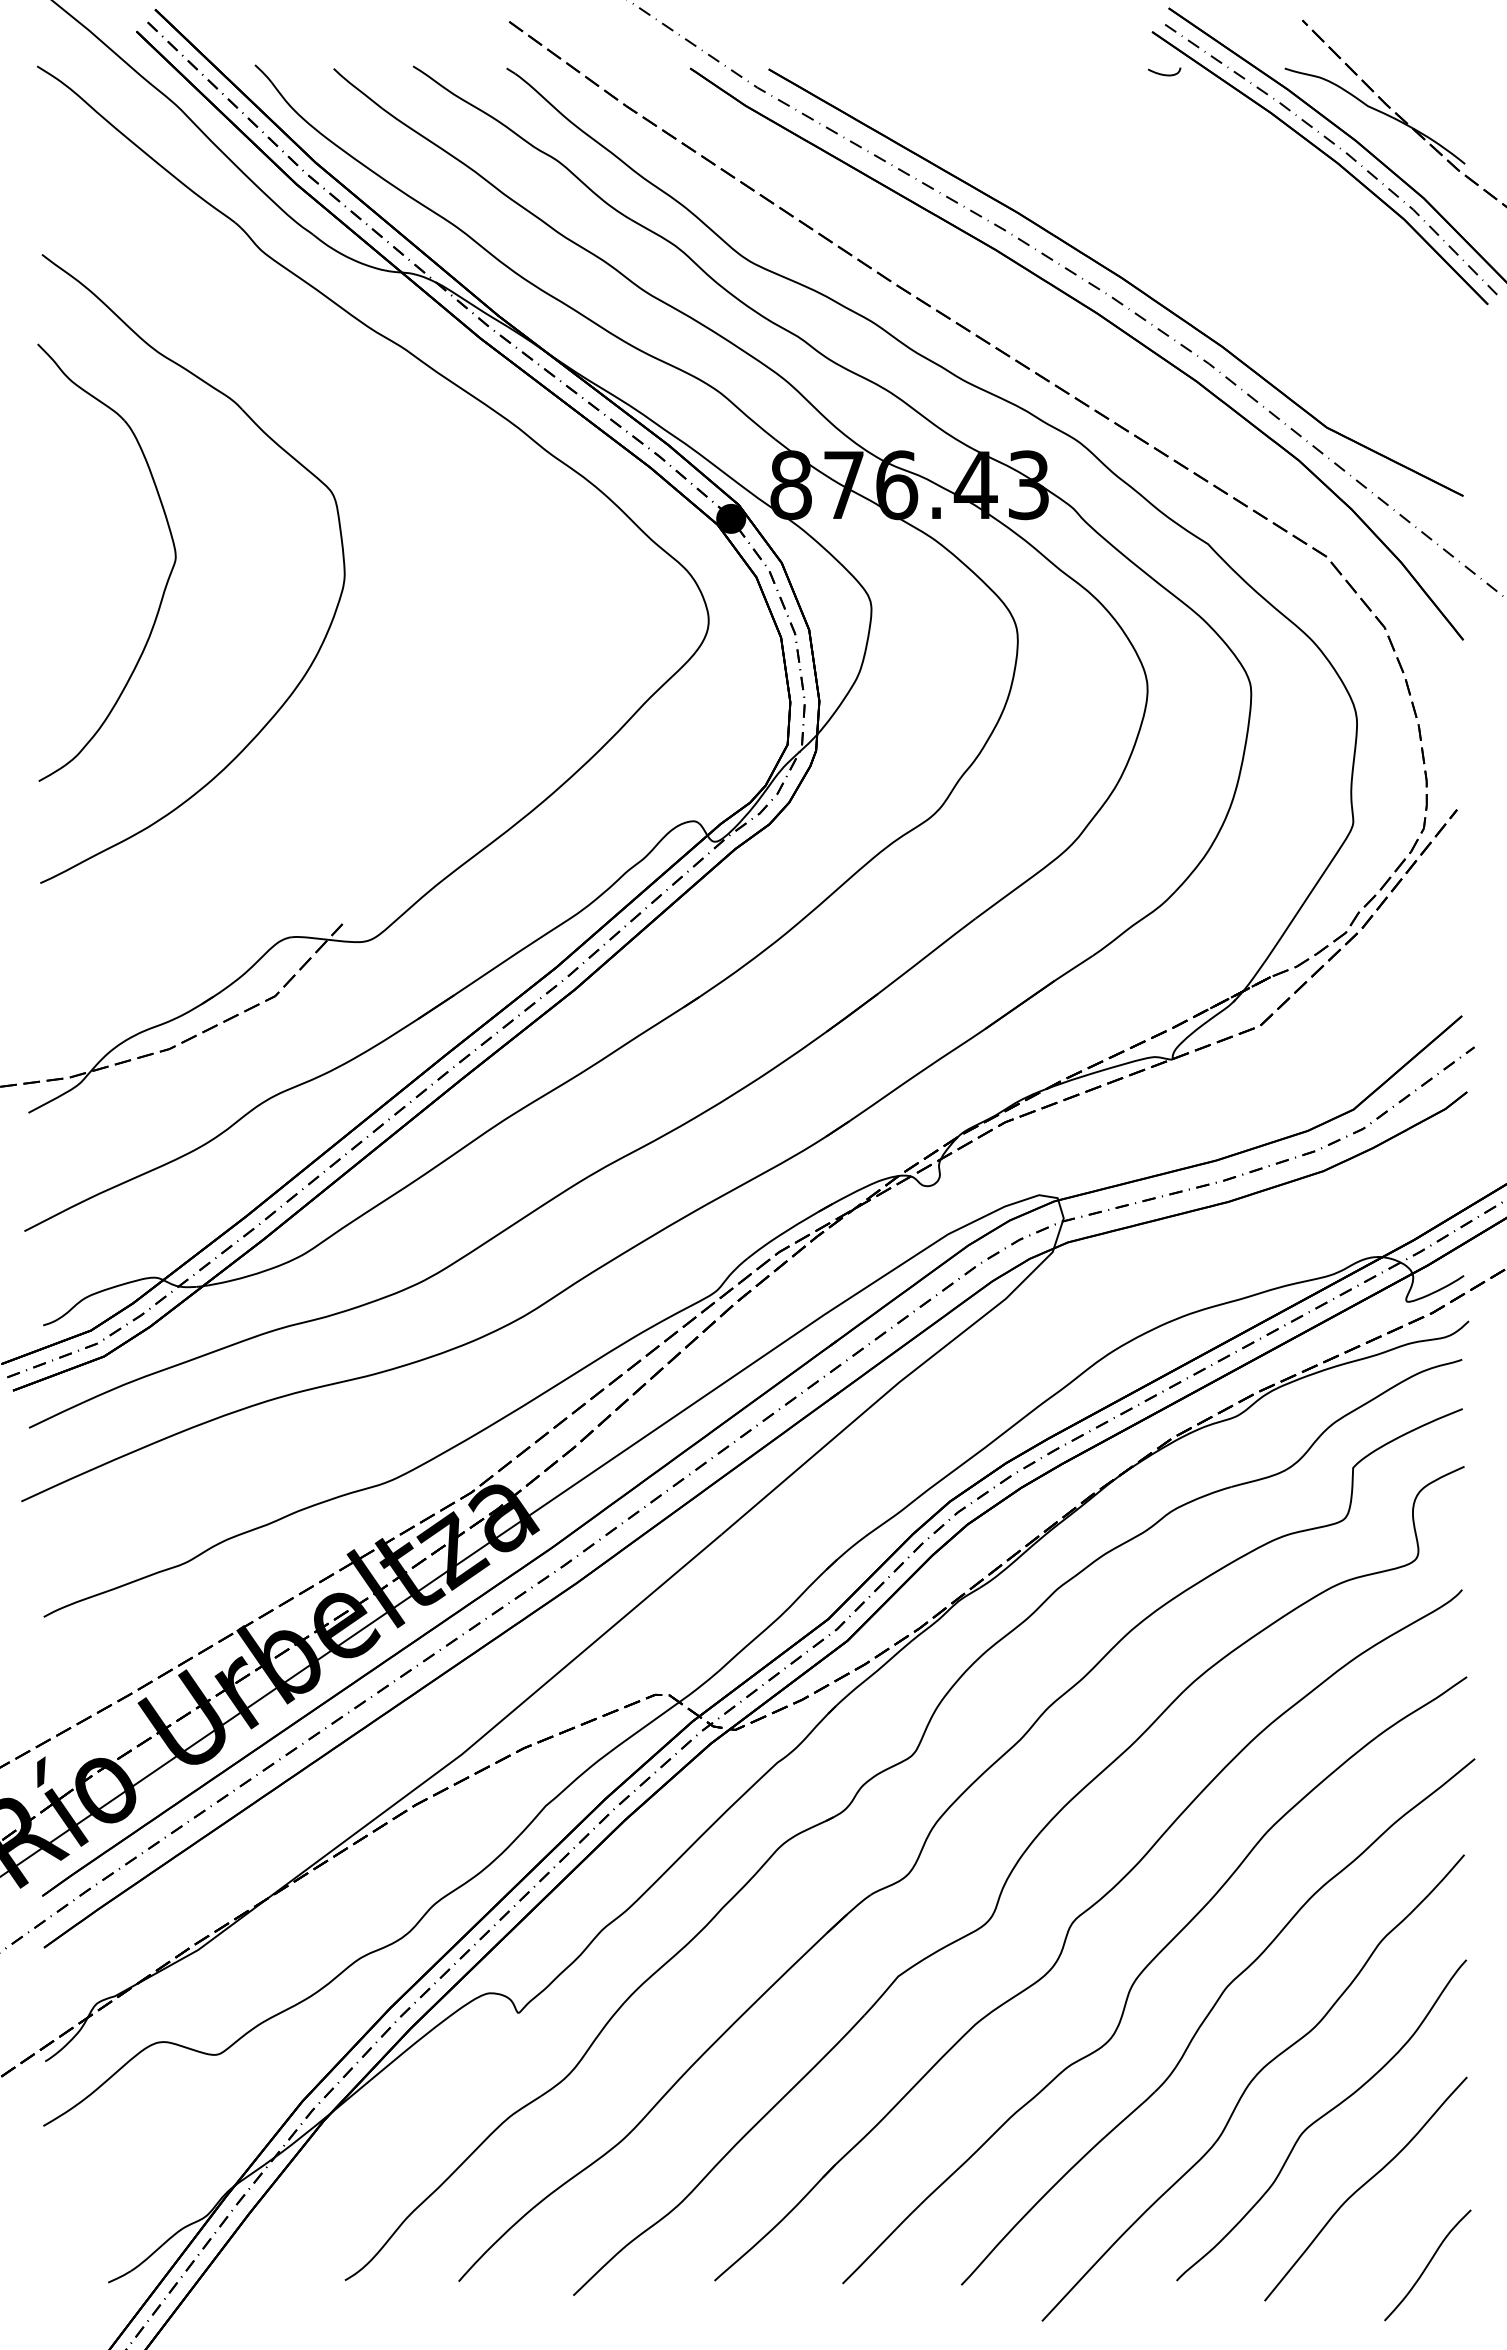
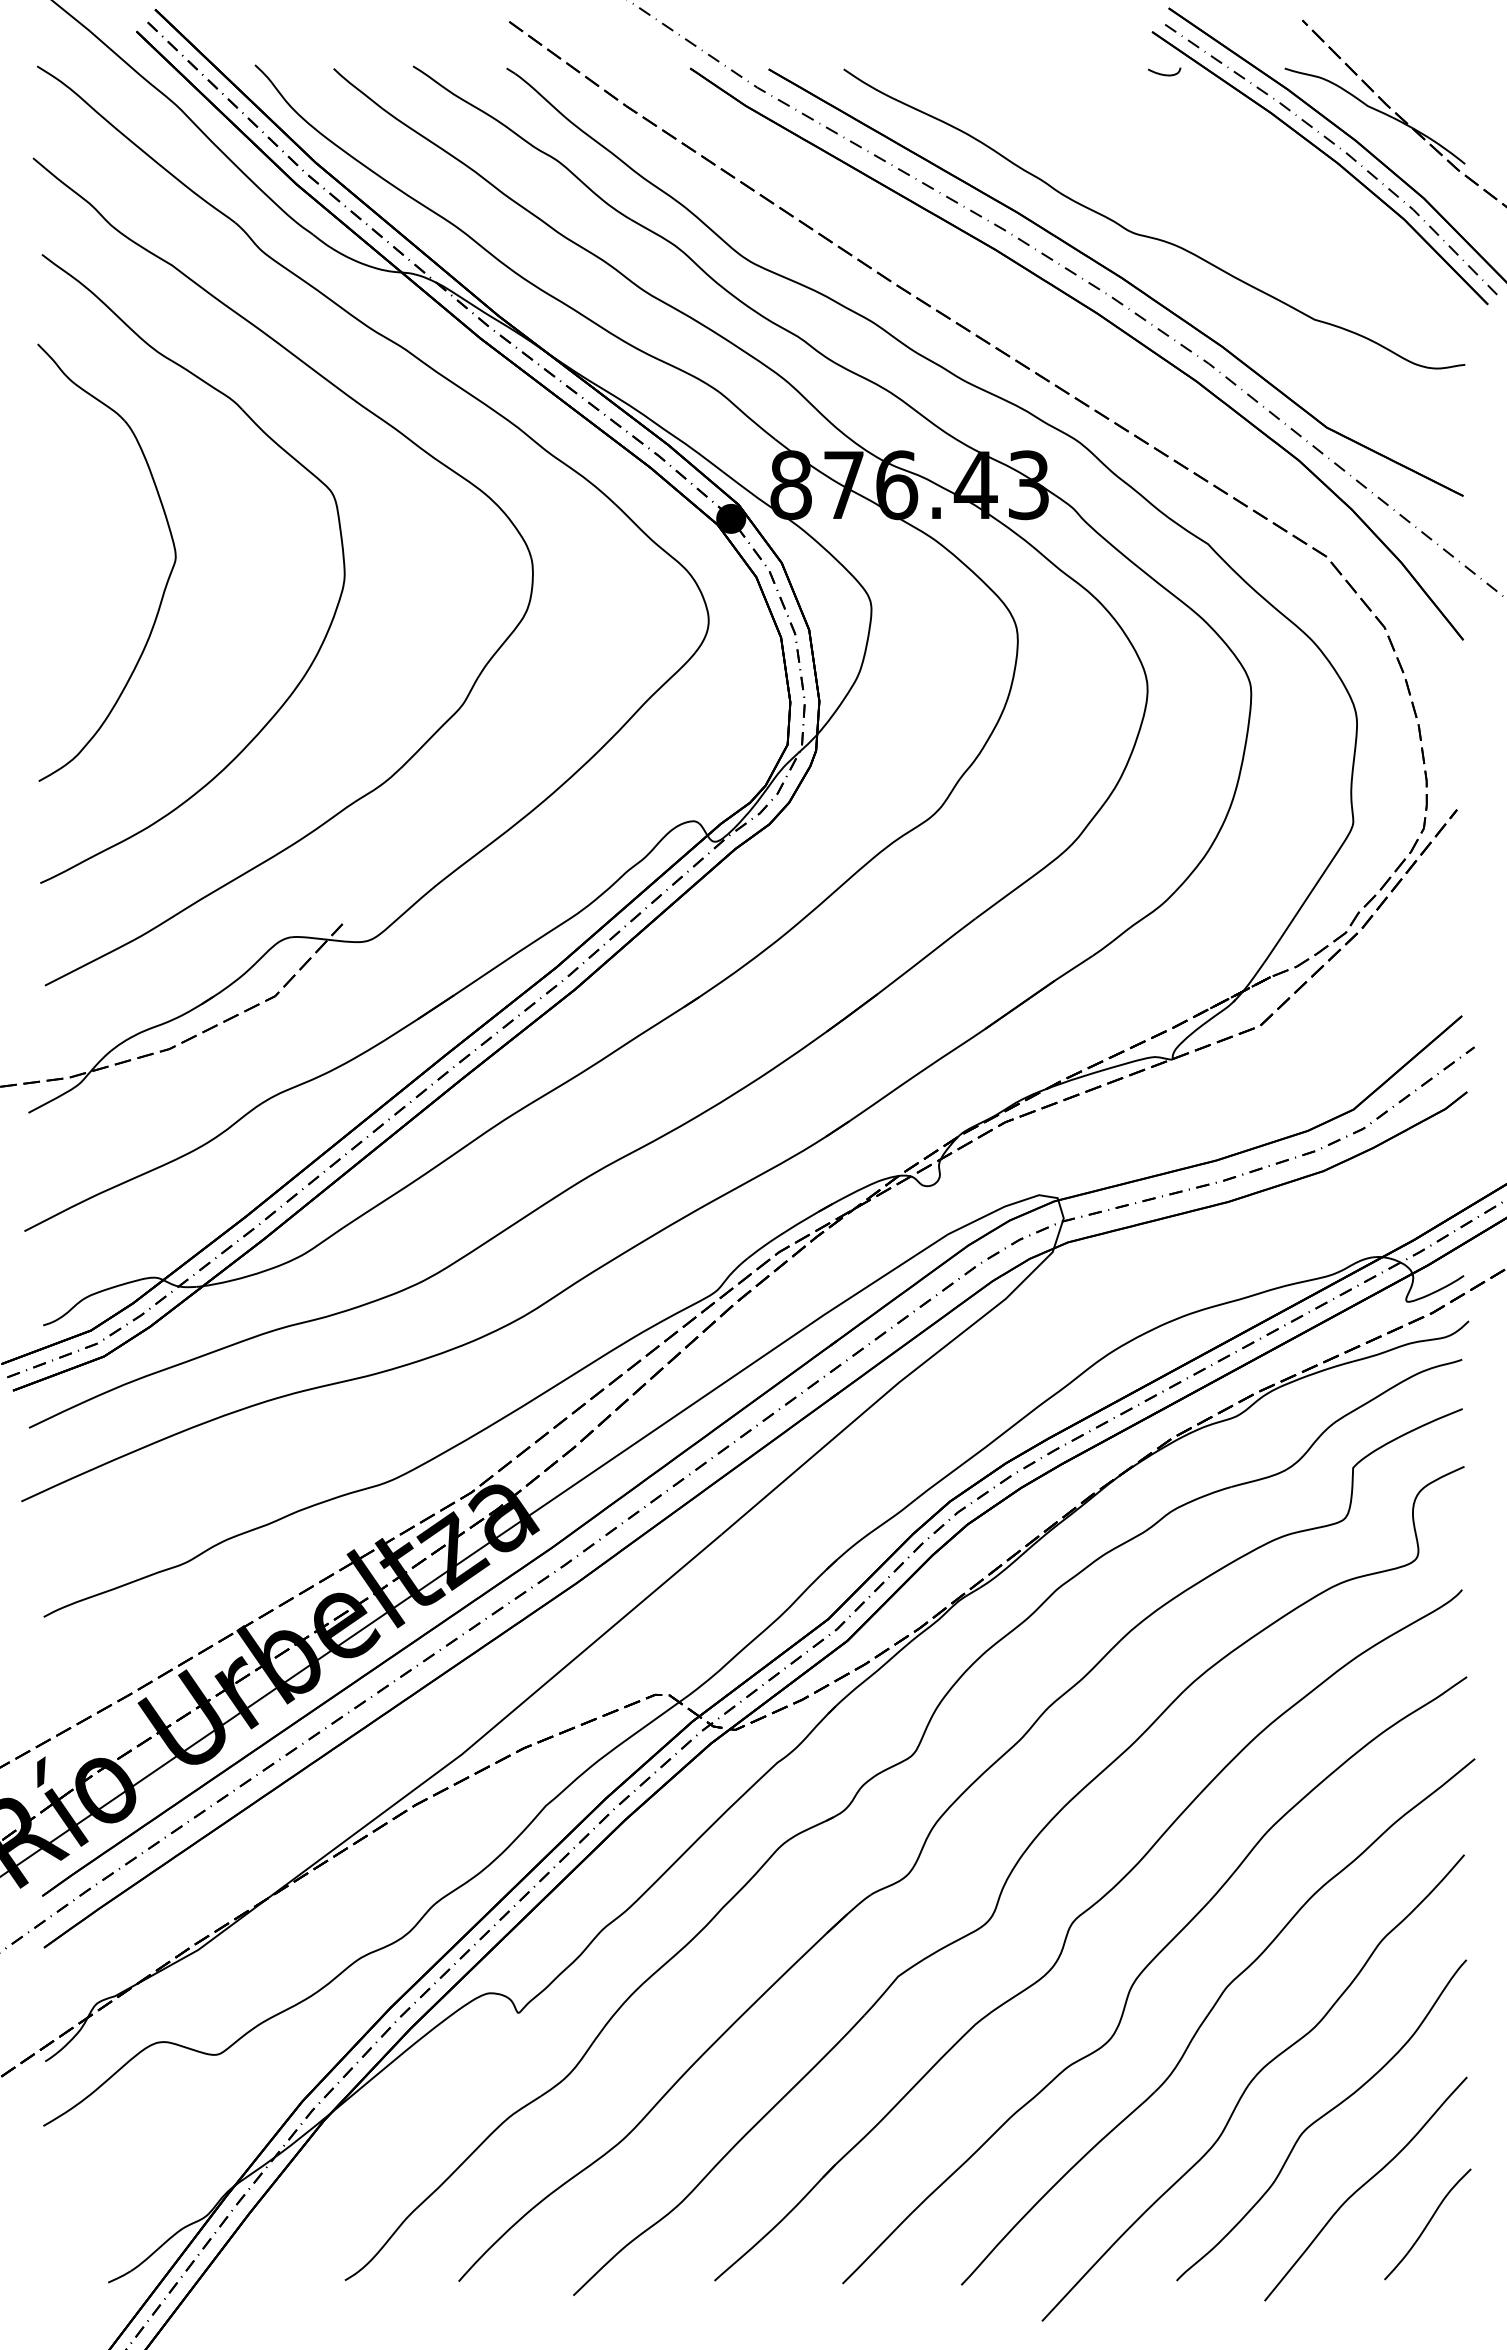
curve at (1151, 236): none -> present
part at (385, 423): none -> present
curve at (1427, 2265) position: (1427, 2265) -> (1427, 2224)
